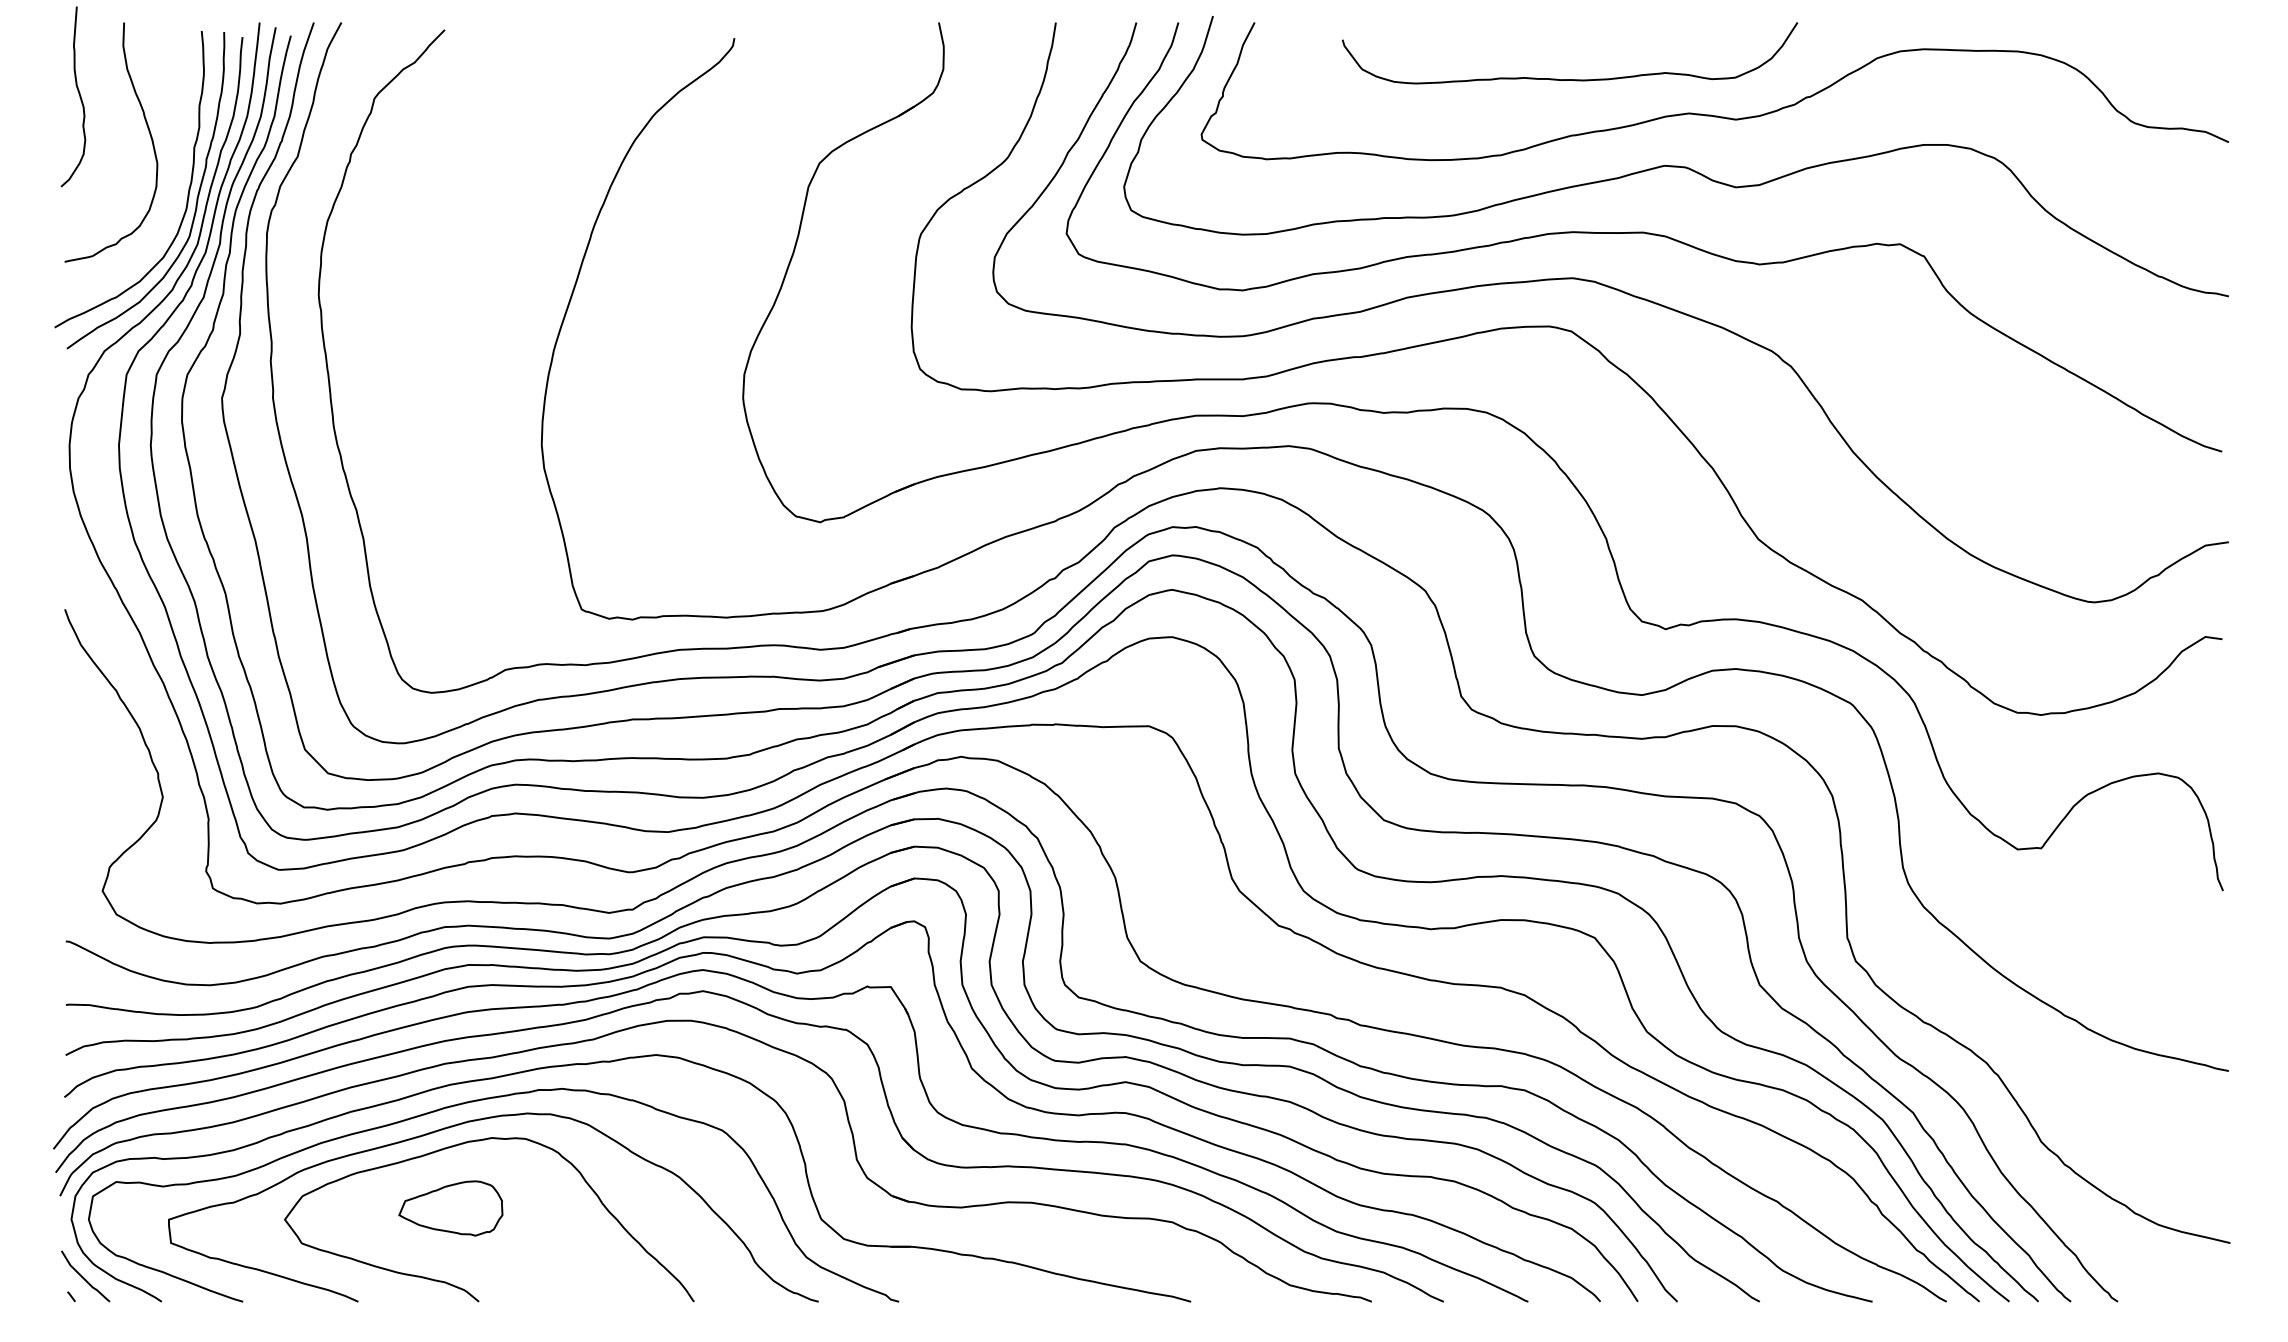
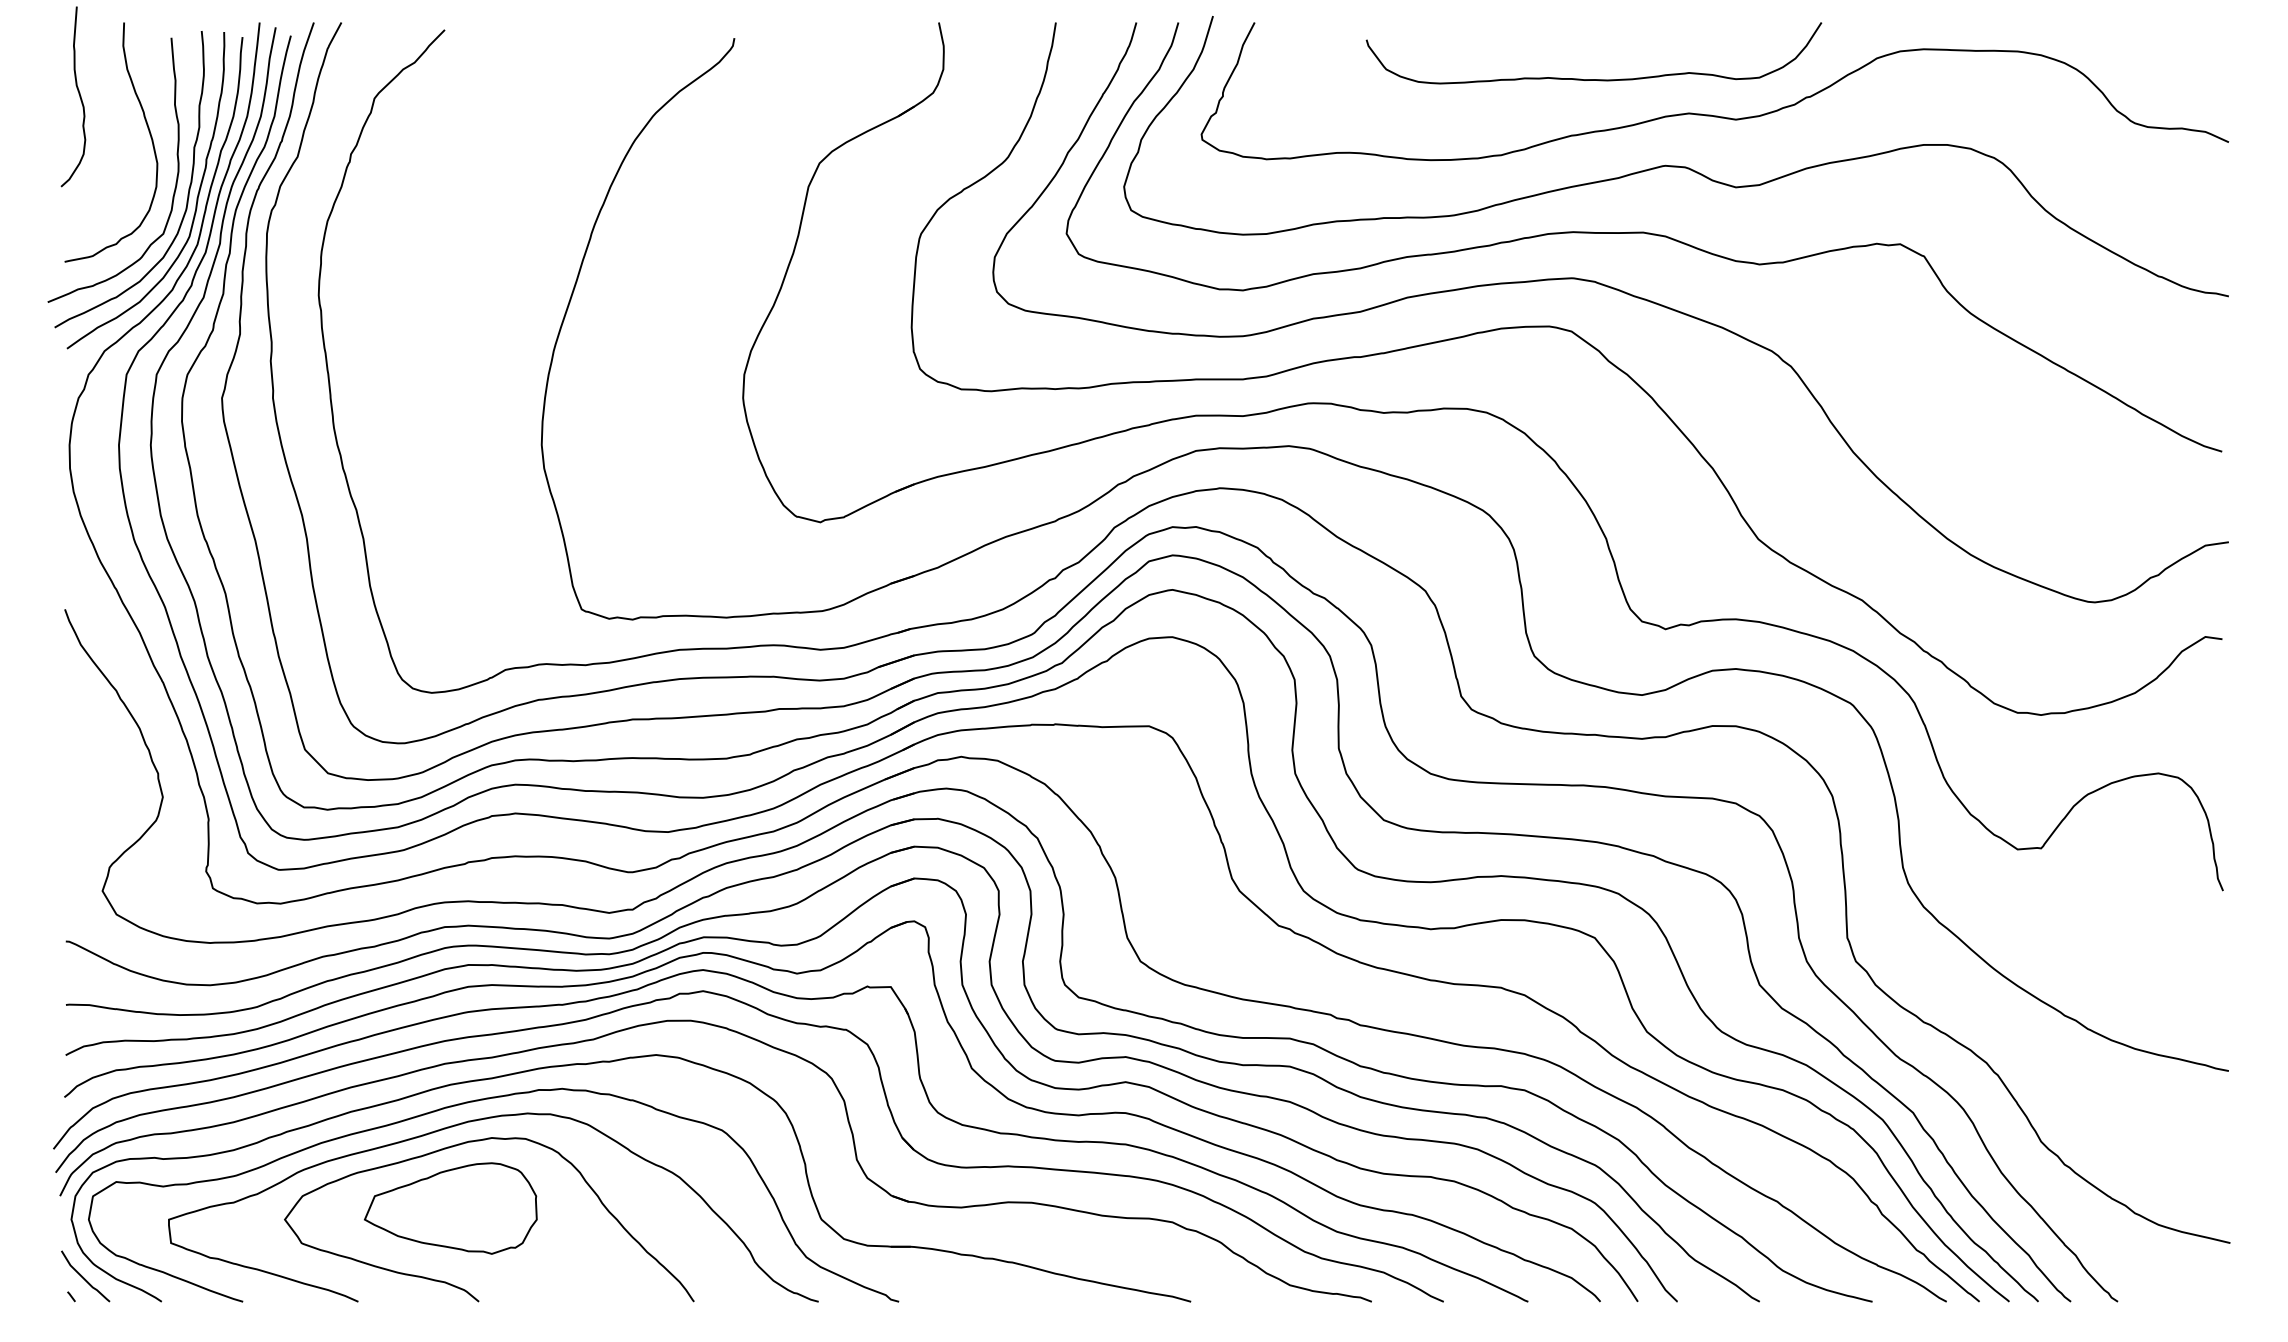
curve at (1569, 79) position: (1569, 79) -> (1593, 79)
curve at (175, 182): none -> present
part at (450, 1208) size: 106x57 px -> 174x93 px
